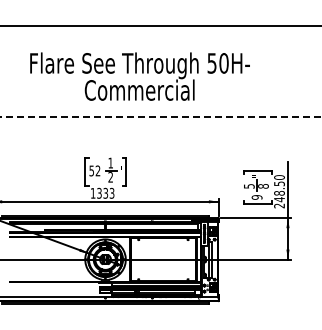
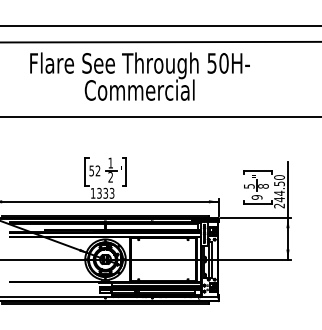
line at (160, 41): none -> present
line at (161, 116): dashed -> solid
text at (279, 192): 248.50 -> 244.50
